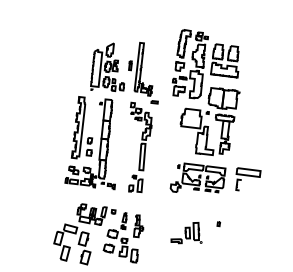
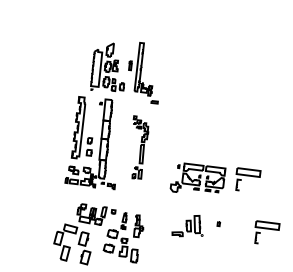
part at (206, 92): present -> none
part at (140, 147) size: 25x93 px -> 19x65 px
part at (267, 232): none -> present
part at (186, 233) position: (186, 233) -> (187, 226)
